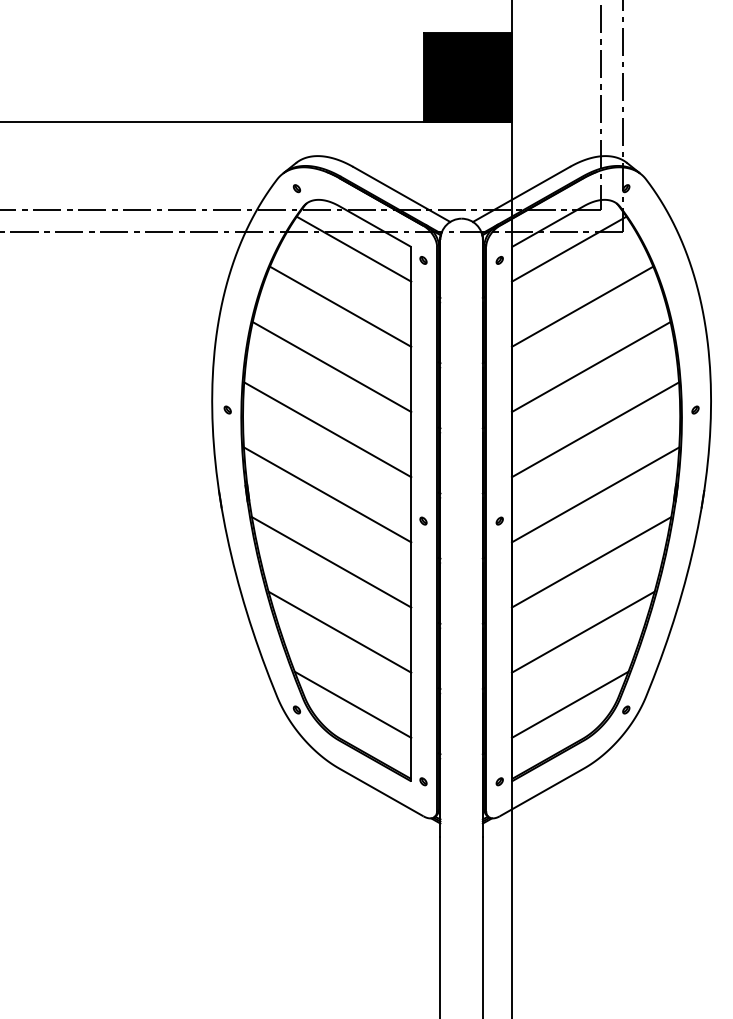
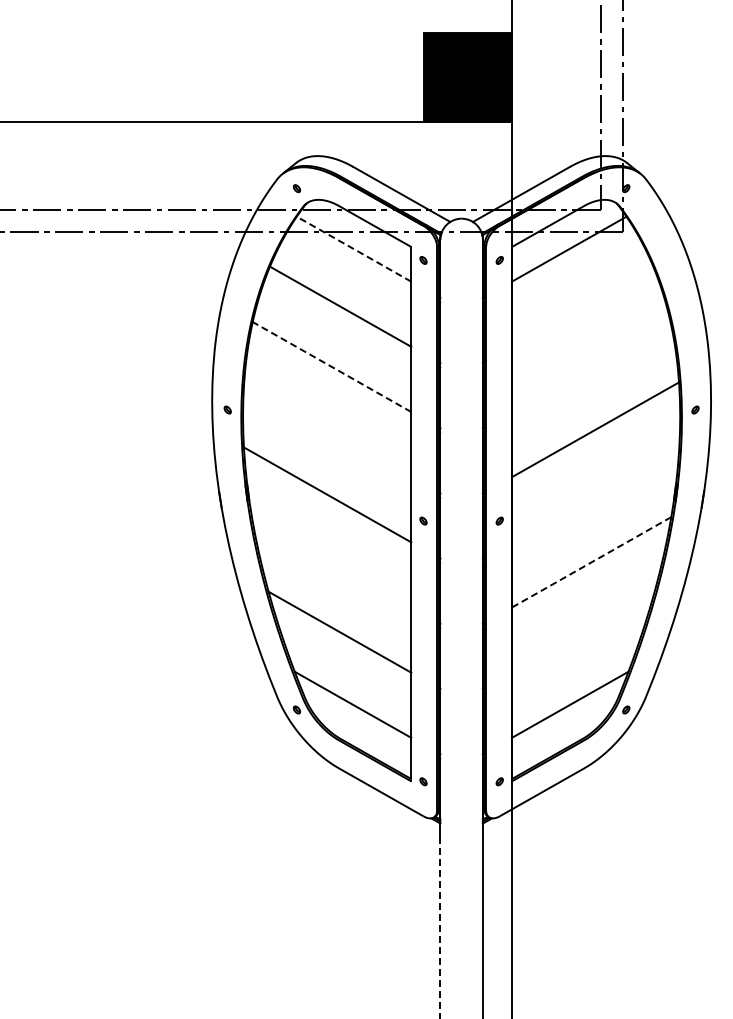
line at (354, 249): solid -> dashed
line at (582, 306): present -> none
line at (331, 366): solid -> dashed
line at (590, 367): present -> none
line at (327, 429): present -> none
line at (595, 494): present -> none
line at (331, 562): present -> none
line at (591, 562): solid -> dashed
line at (582, 631): present -> none
line at (440, 927): solid -> dashed
